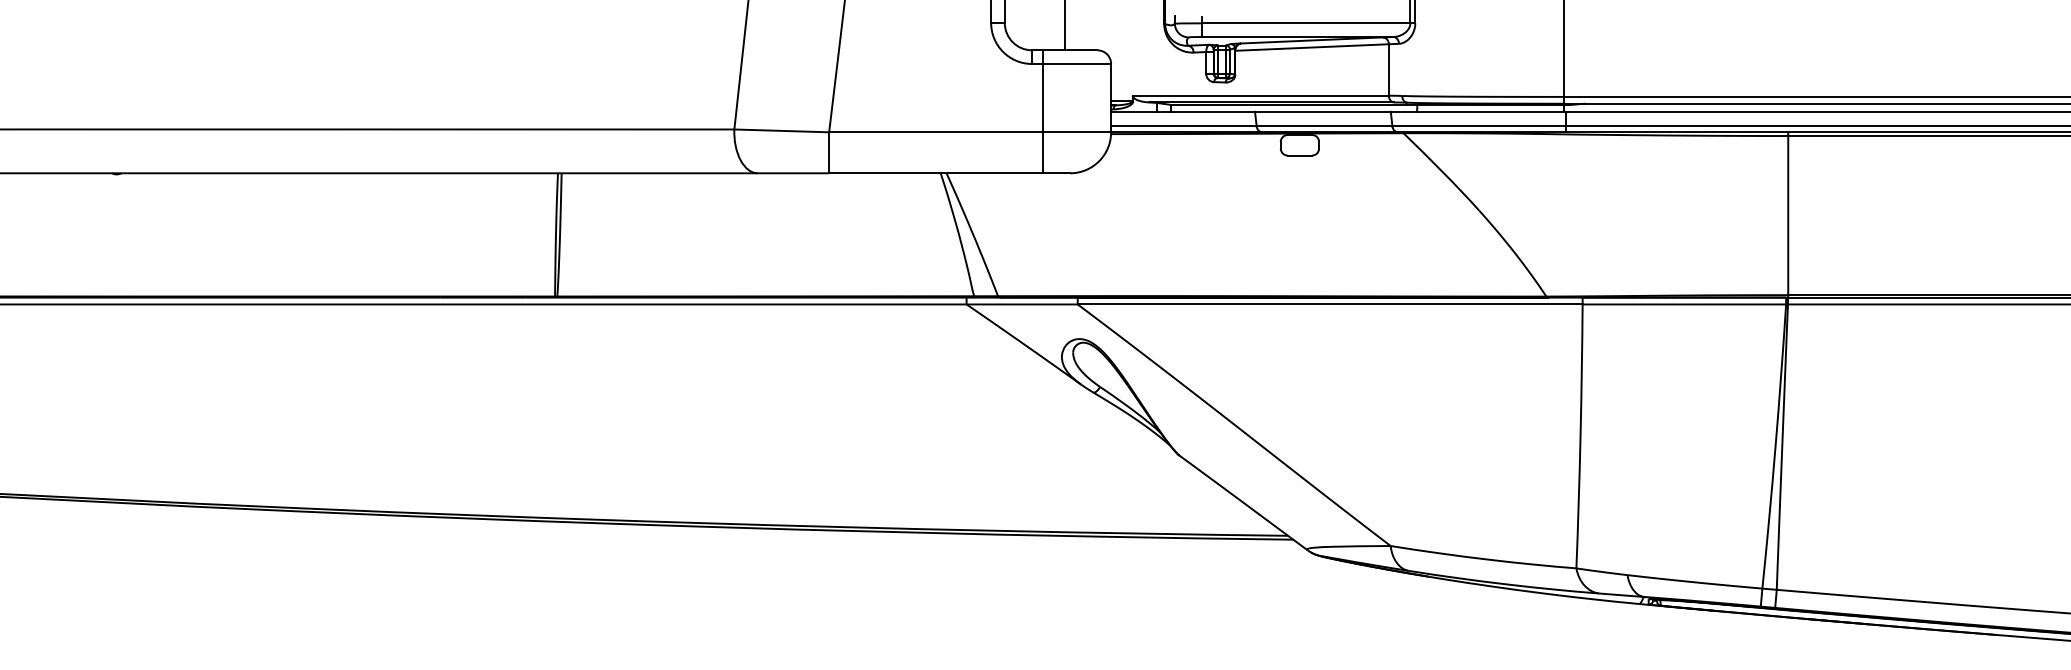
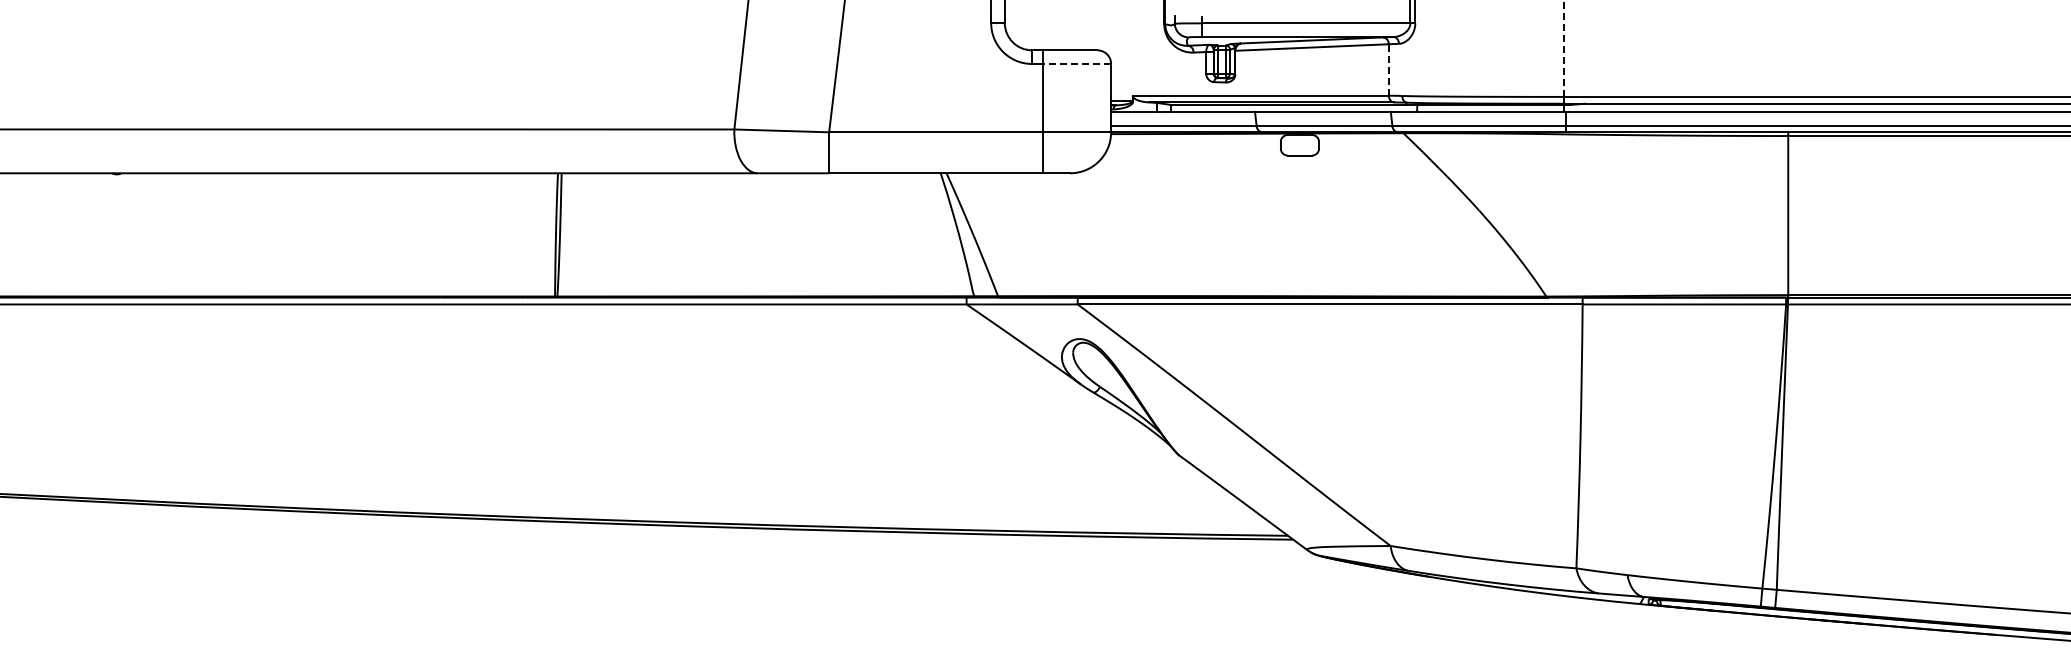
line at (1064, 26): present -> none
line at (1563, 48): solid -> dashed
line at (1076, 64): solid -> dashed
line at (1388, 70): solid -> dashed
